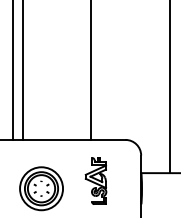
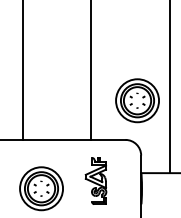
line at (13, 70): present -> none
part at (137, 100): none -> present
